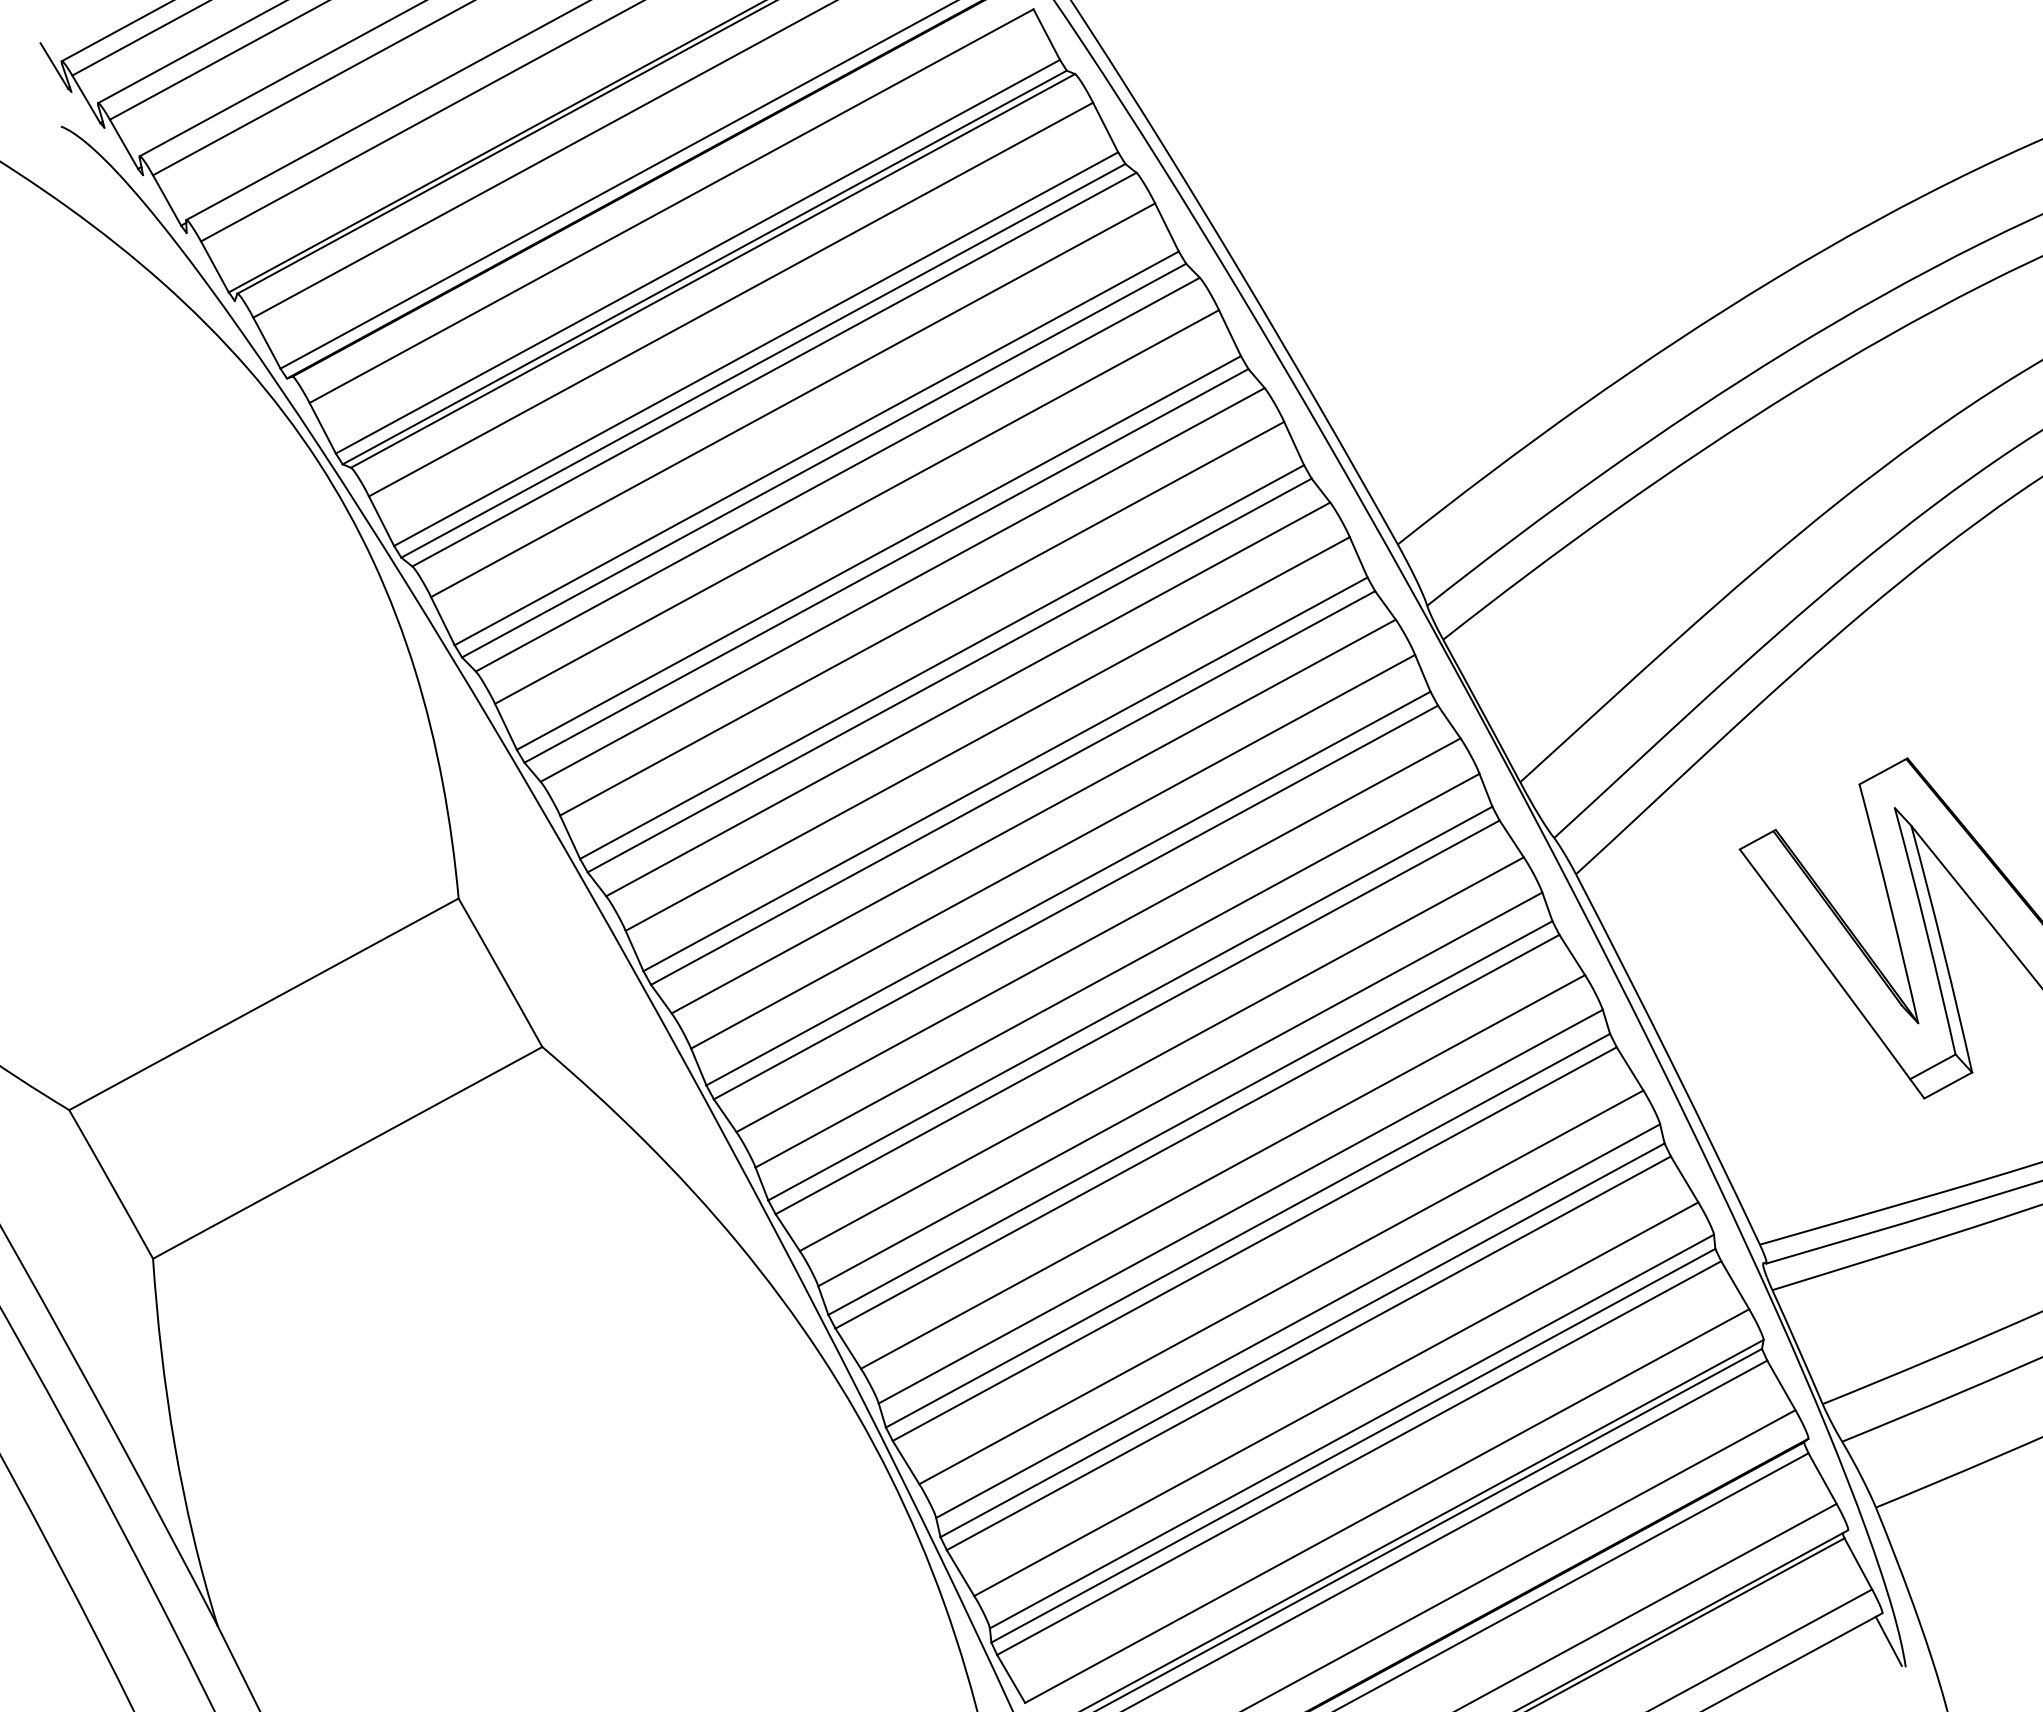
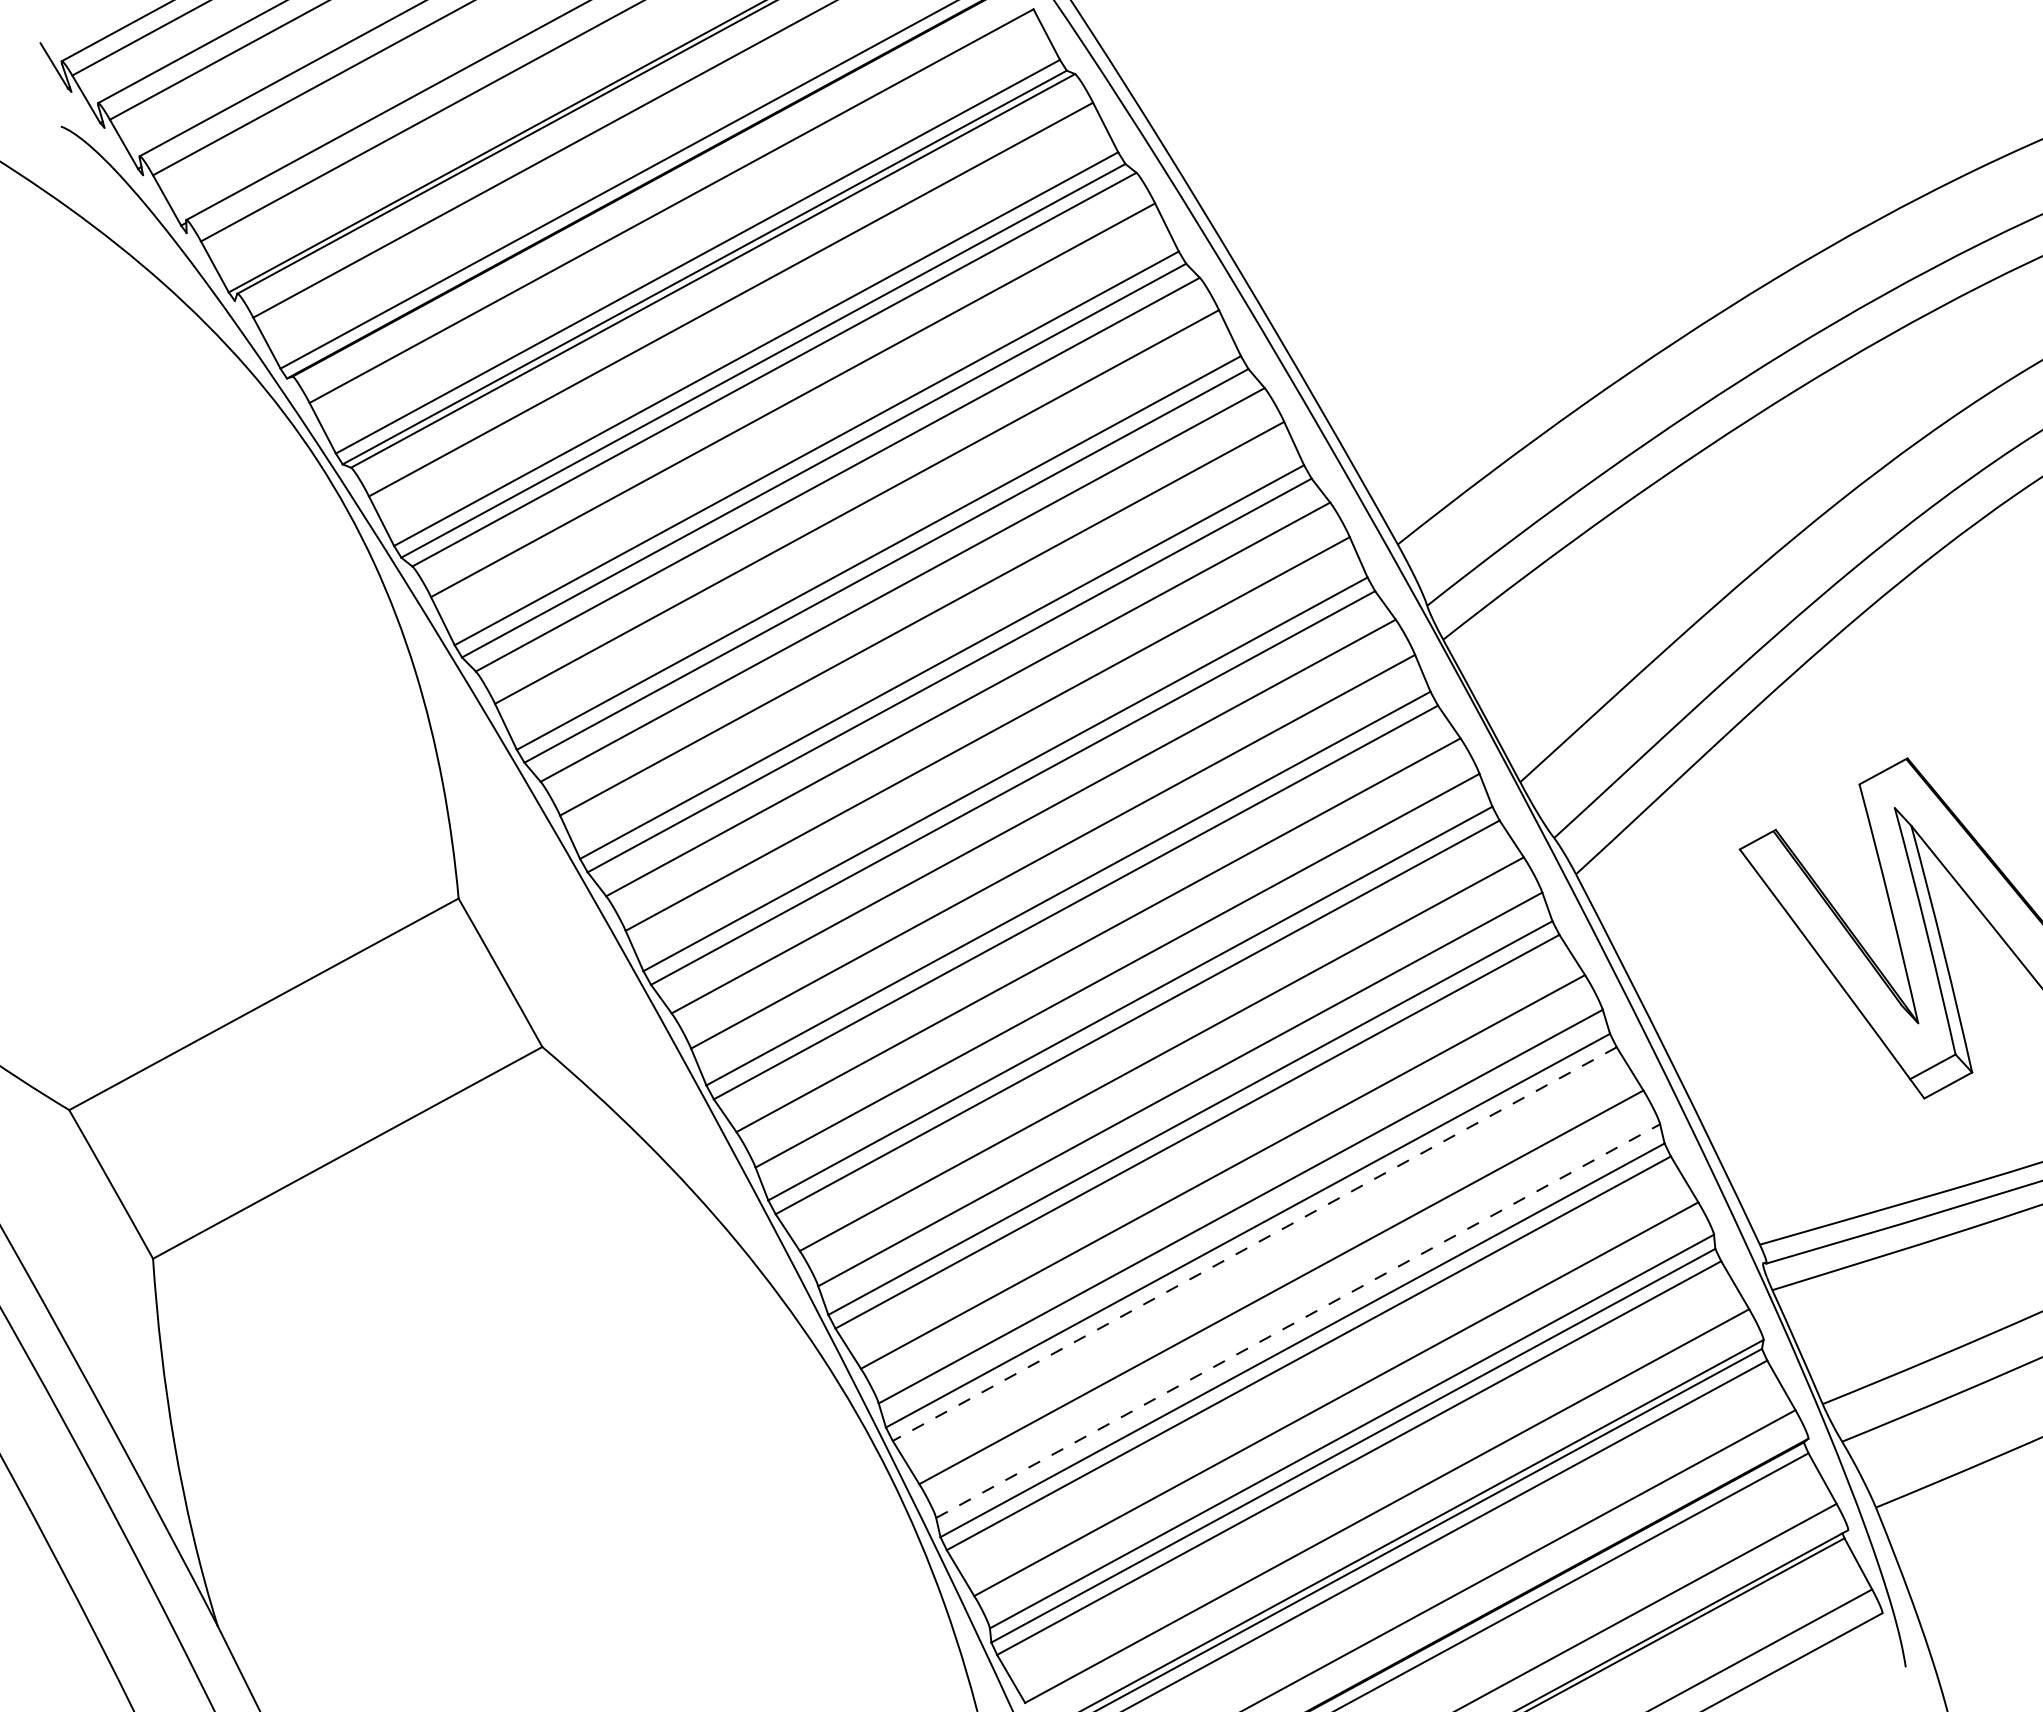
line at (1254, 1244): solid -> dashed
line at (1298, 1320): solid -> dashed
line at (1888, 1640): present -> none
